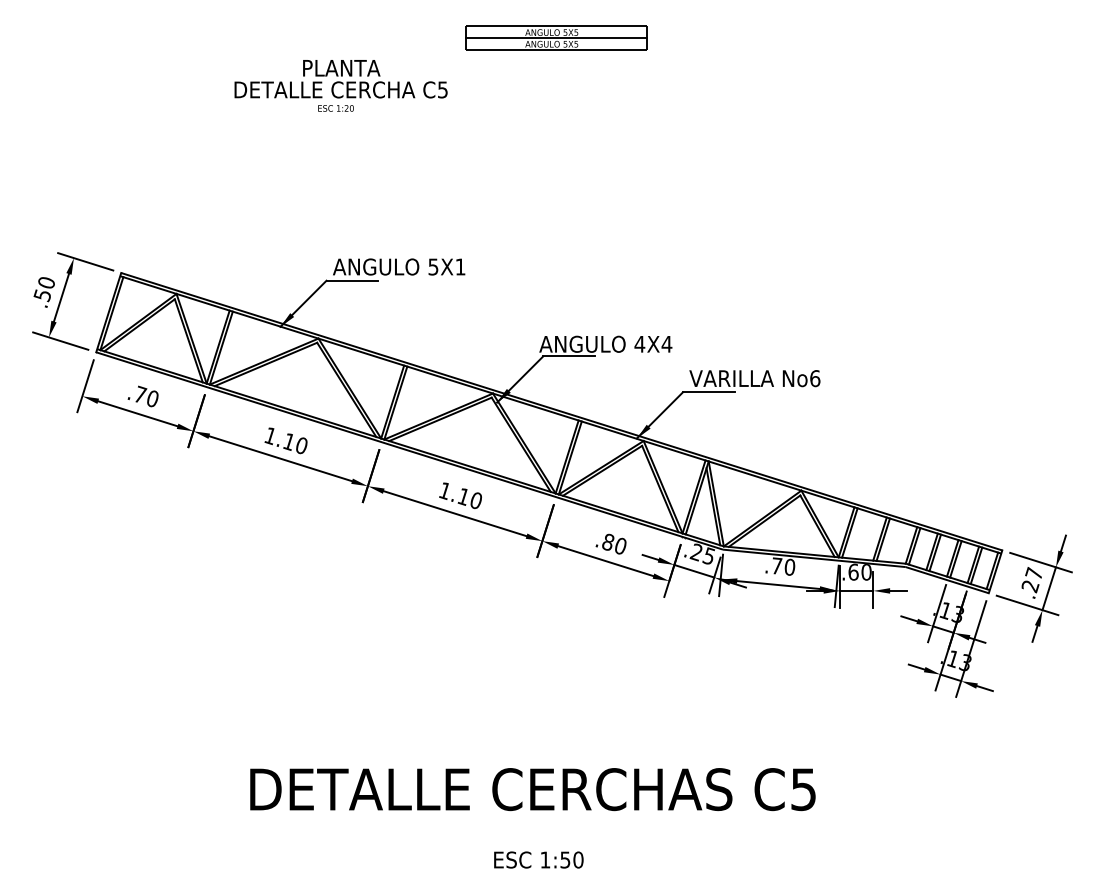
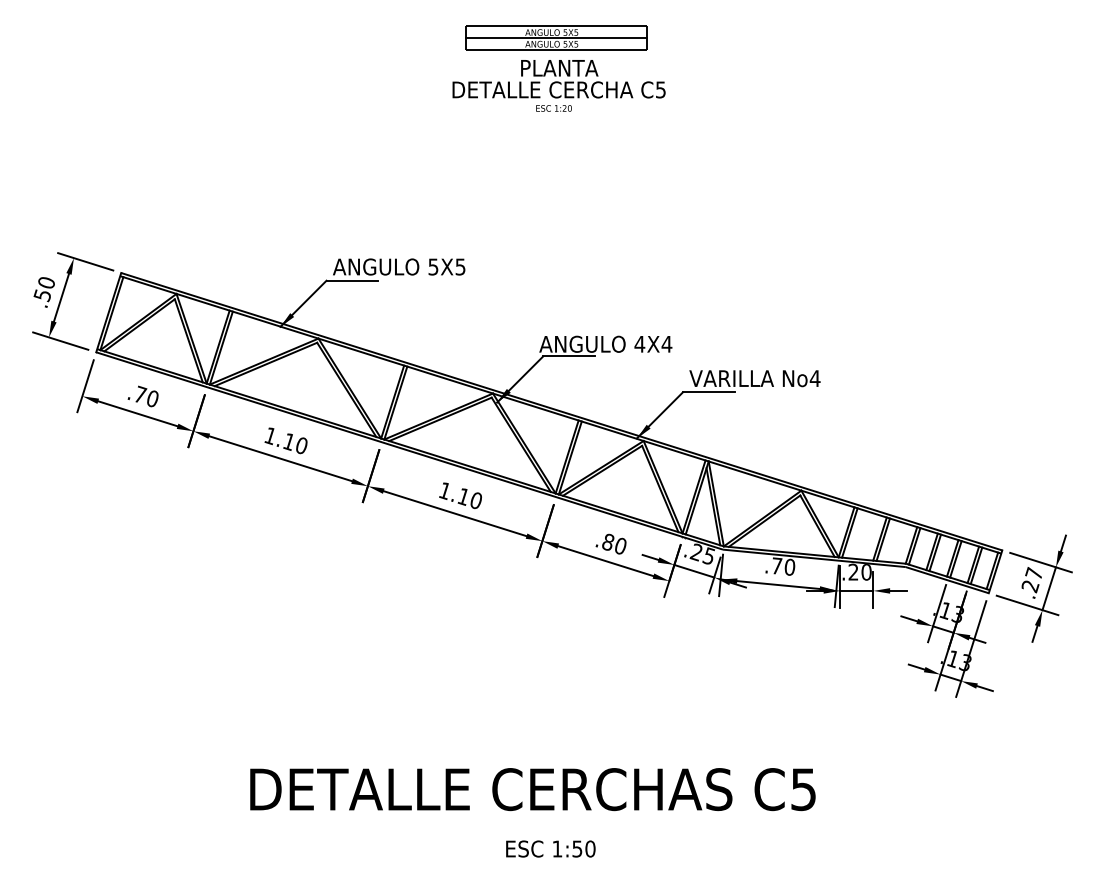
text at (340, 85) position: (340, 85) -> (558, 85)
text at (460, 266): 5X1 -> 5X5
text at (814, 378): No6 -> No4
text at (853, 571): .60 -> .20
text at (538, 859) position: (538, 859) -> (550, 848)
